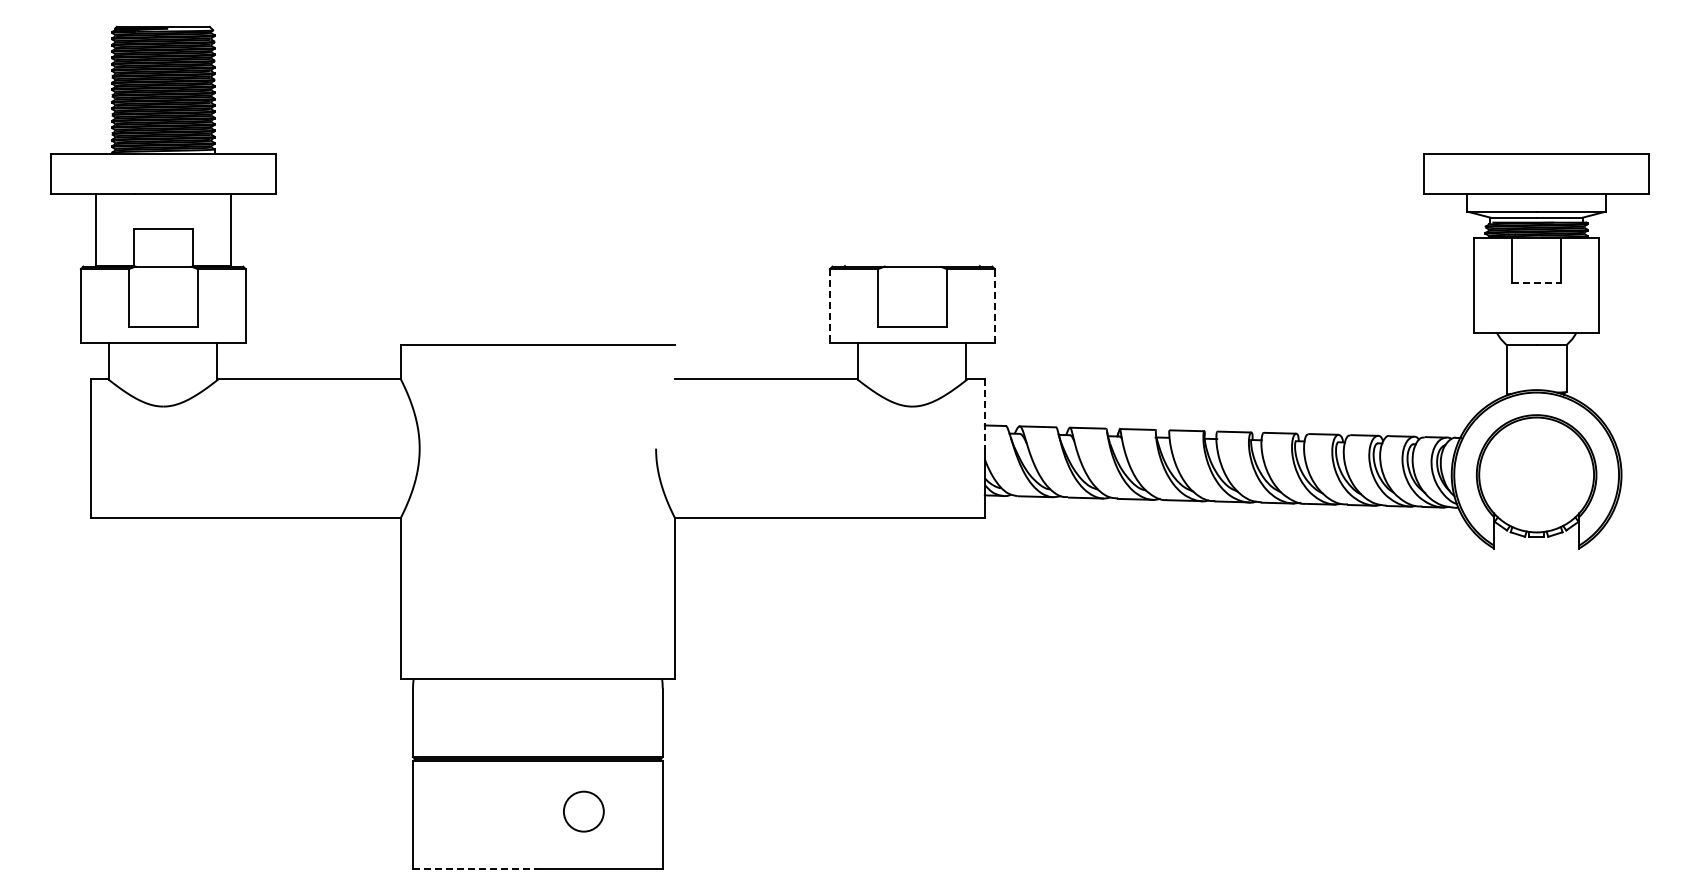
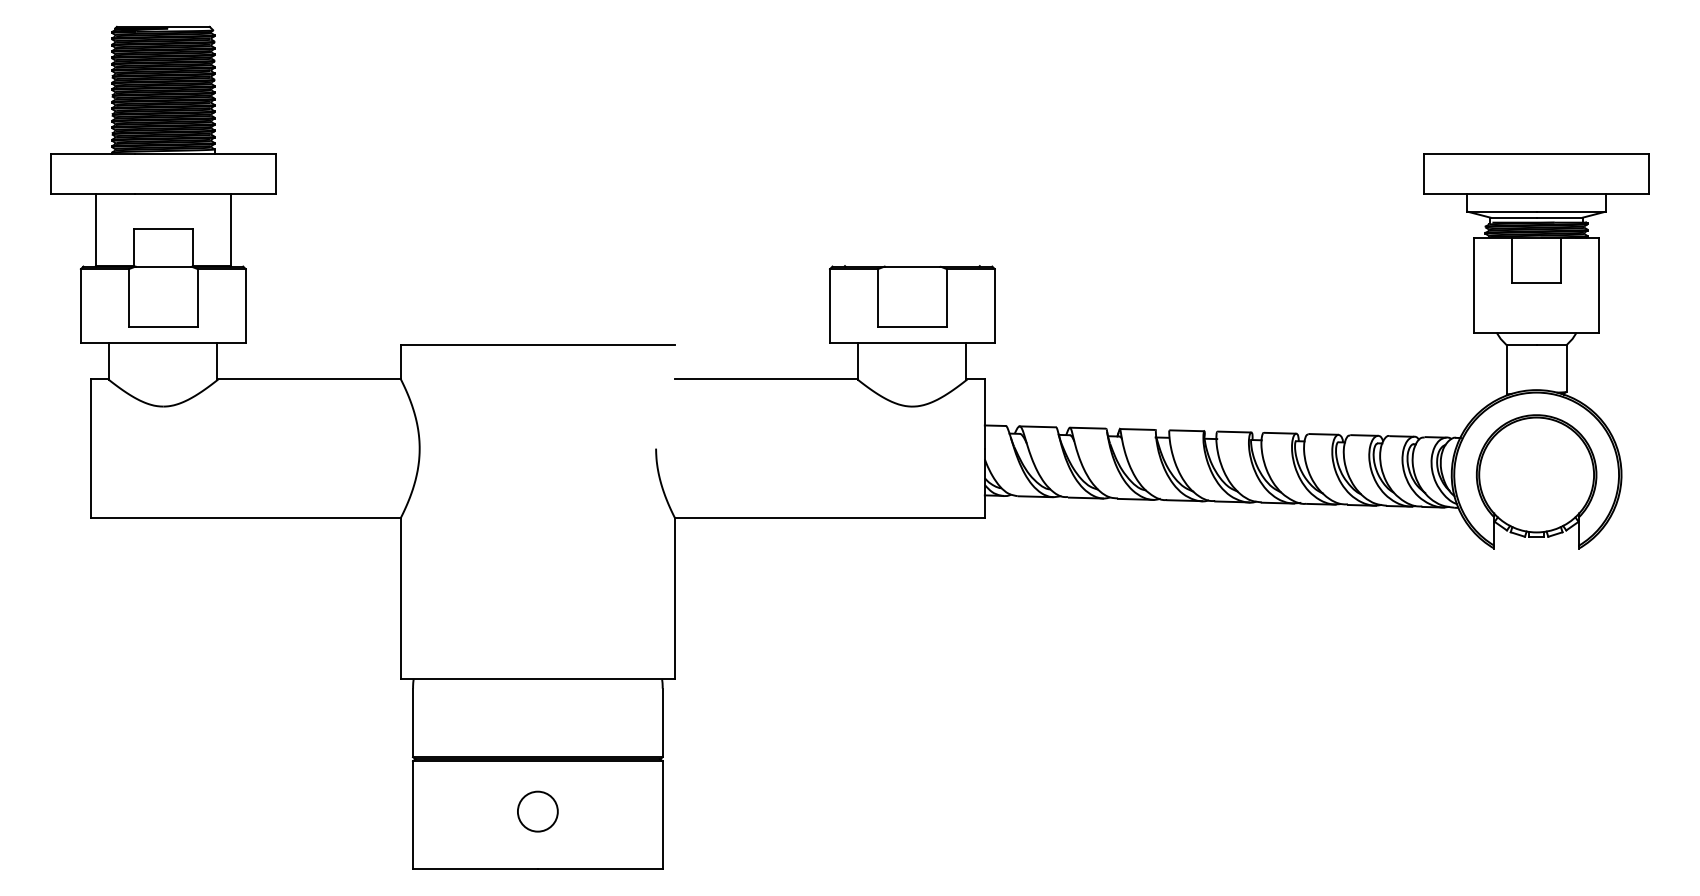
line at (1537, 282): dashed -> solid
line at (994, 305): dashed -> solid
line at (830, 306): dashed -> solid
line at (984, 414): dashed -> solid
circle at (583, 811) position: (583, 811) -> (537, 811)
line at (475, 869): dashed -> solid
